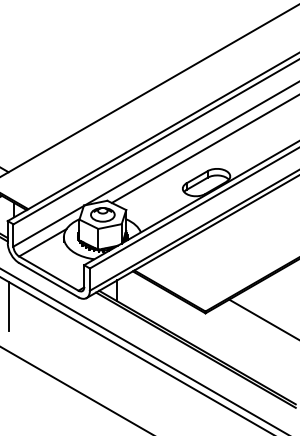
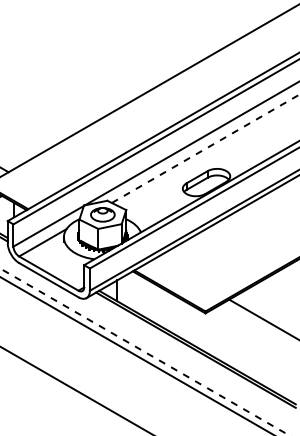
line at (206, 148): solid -> dashed
line at (8, 306): present -> none
line at (145, 352): solid -> dashed
